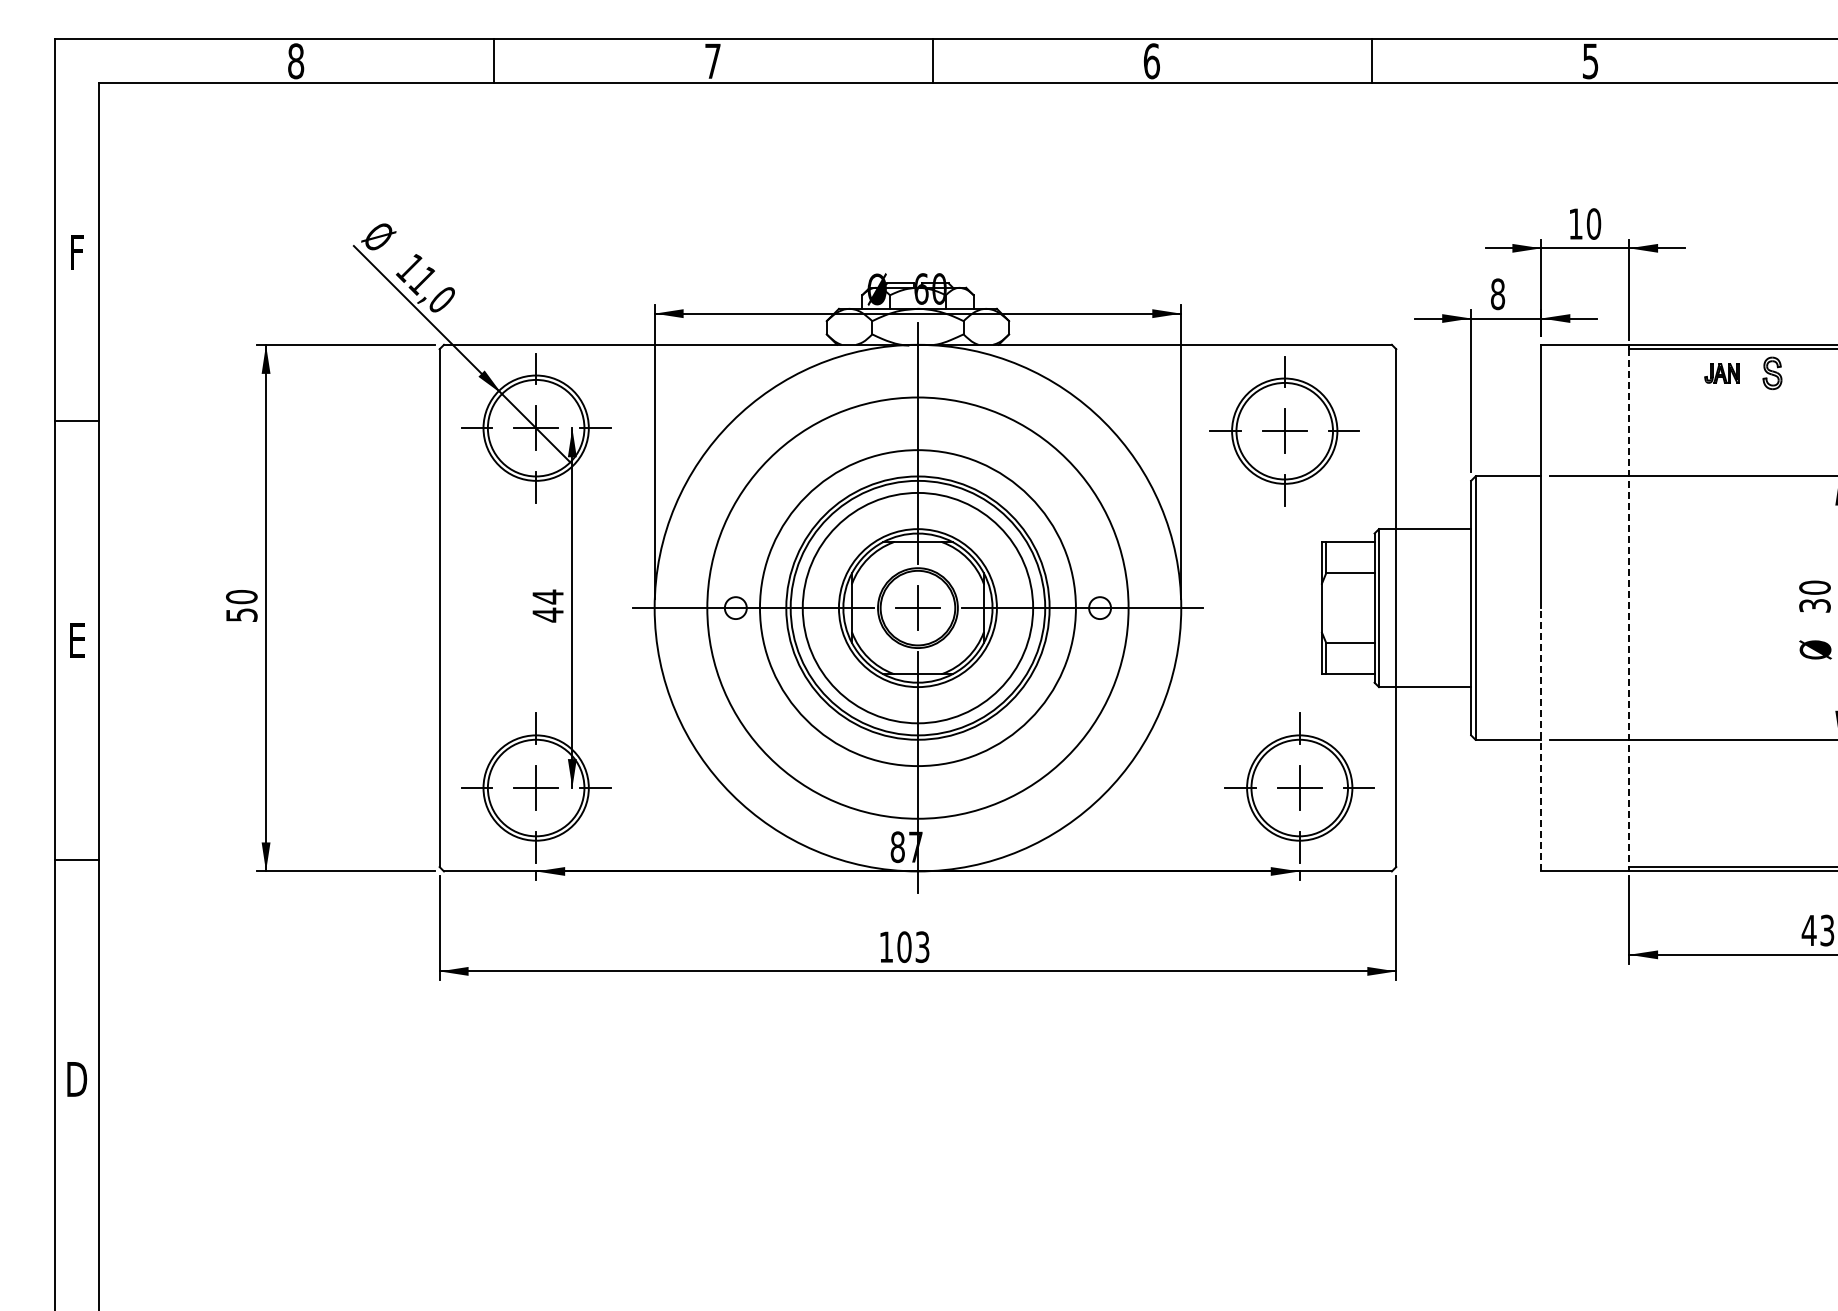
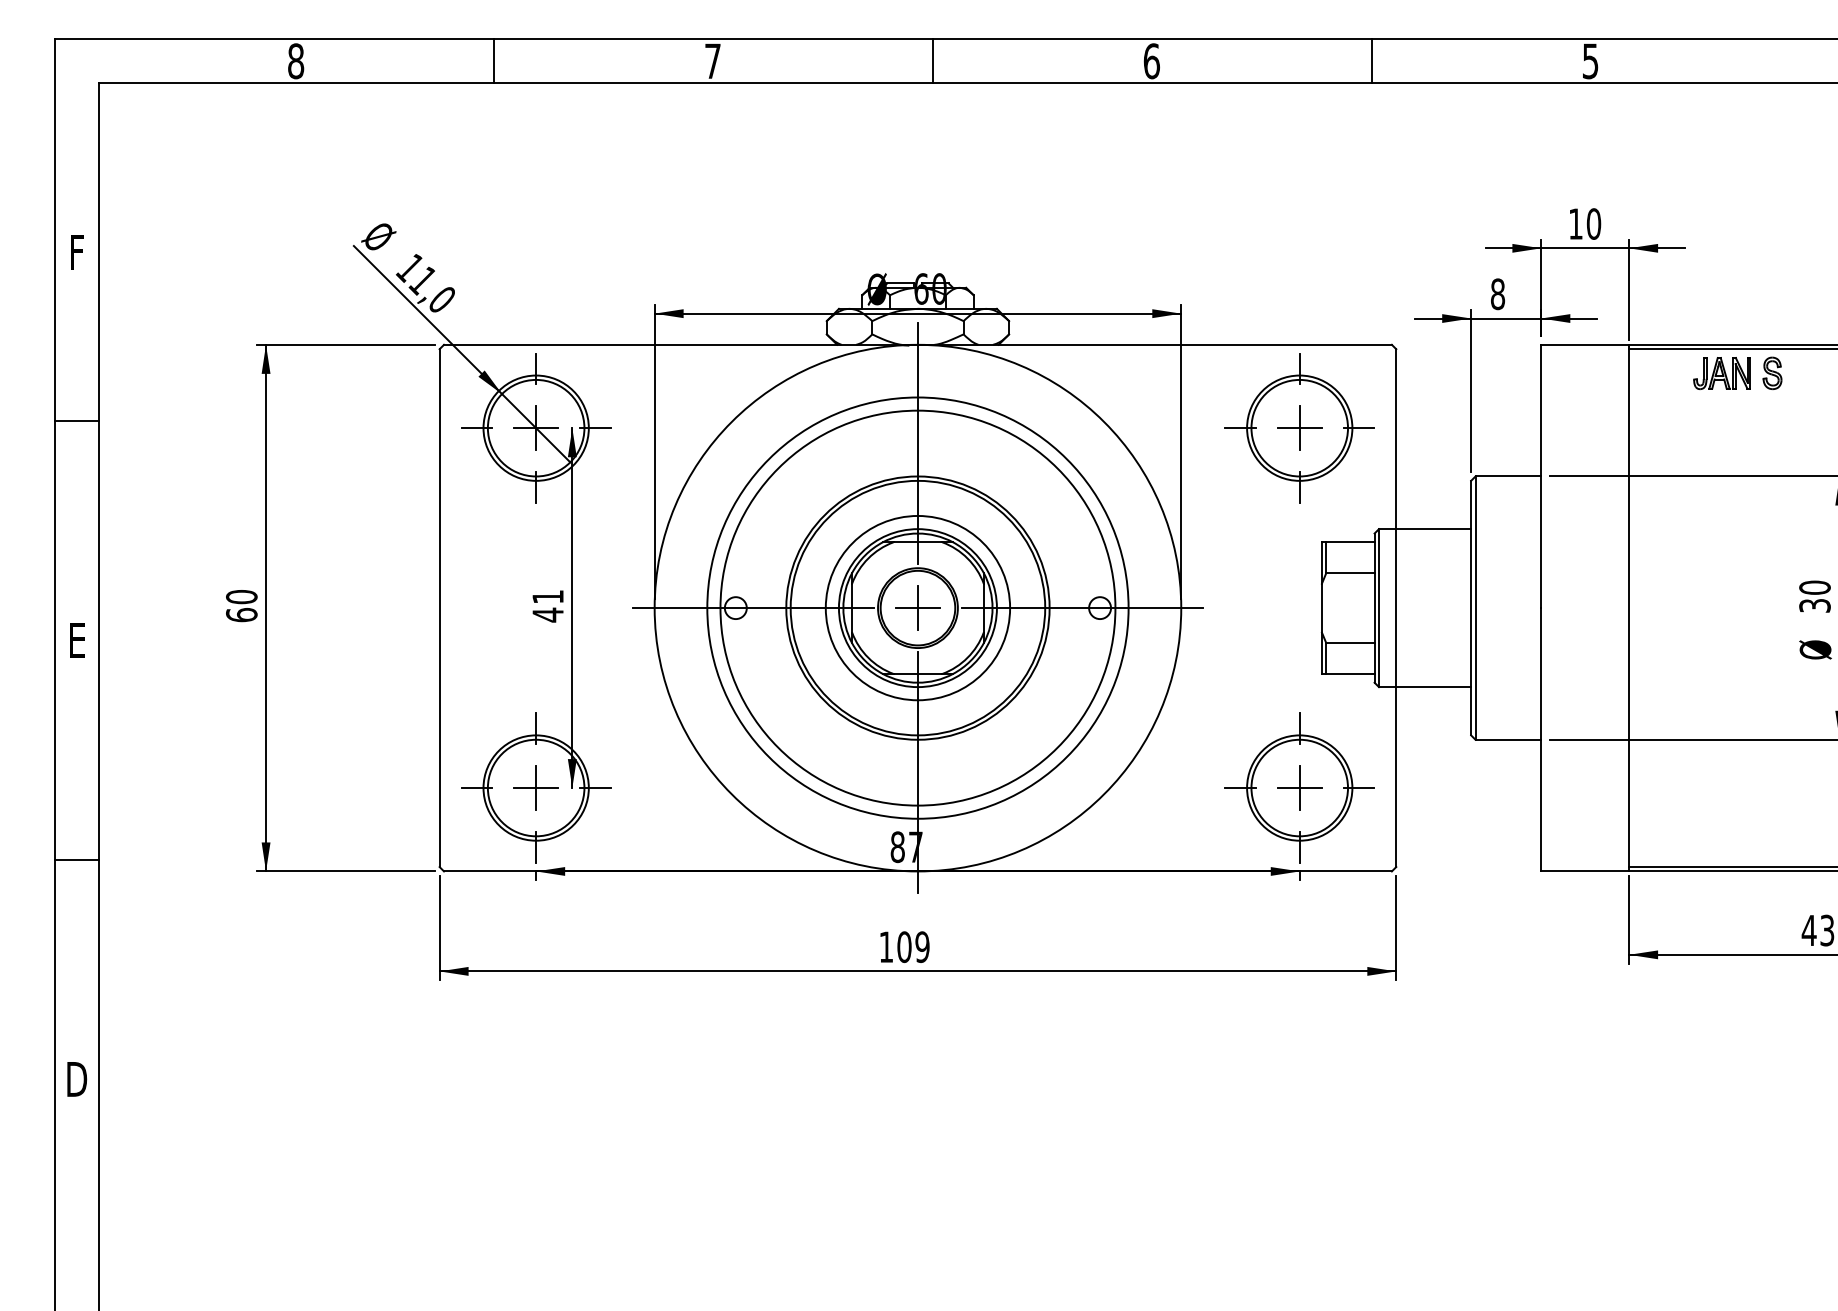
part at (1721, 373) size: 36x21 px -> 58x33 px
part at (1284, 431) position: (1284, 431) -> (1299, 428)
text at (547, 596): 44 -> 41
circle at (917, 607) diameter: 230 px -> 184 px
circle at (917, 608) diameter: 316 px -> 395 px
line at (1629, 608): dashed -> solid
text at (241, 614): 50 -> 60
line at (1541, 739): dashed -> solid
text at (922, 946): 103 -> 109
